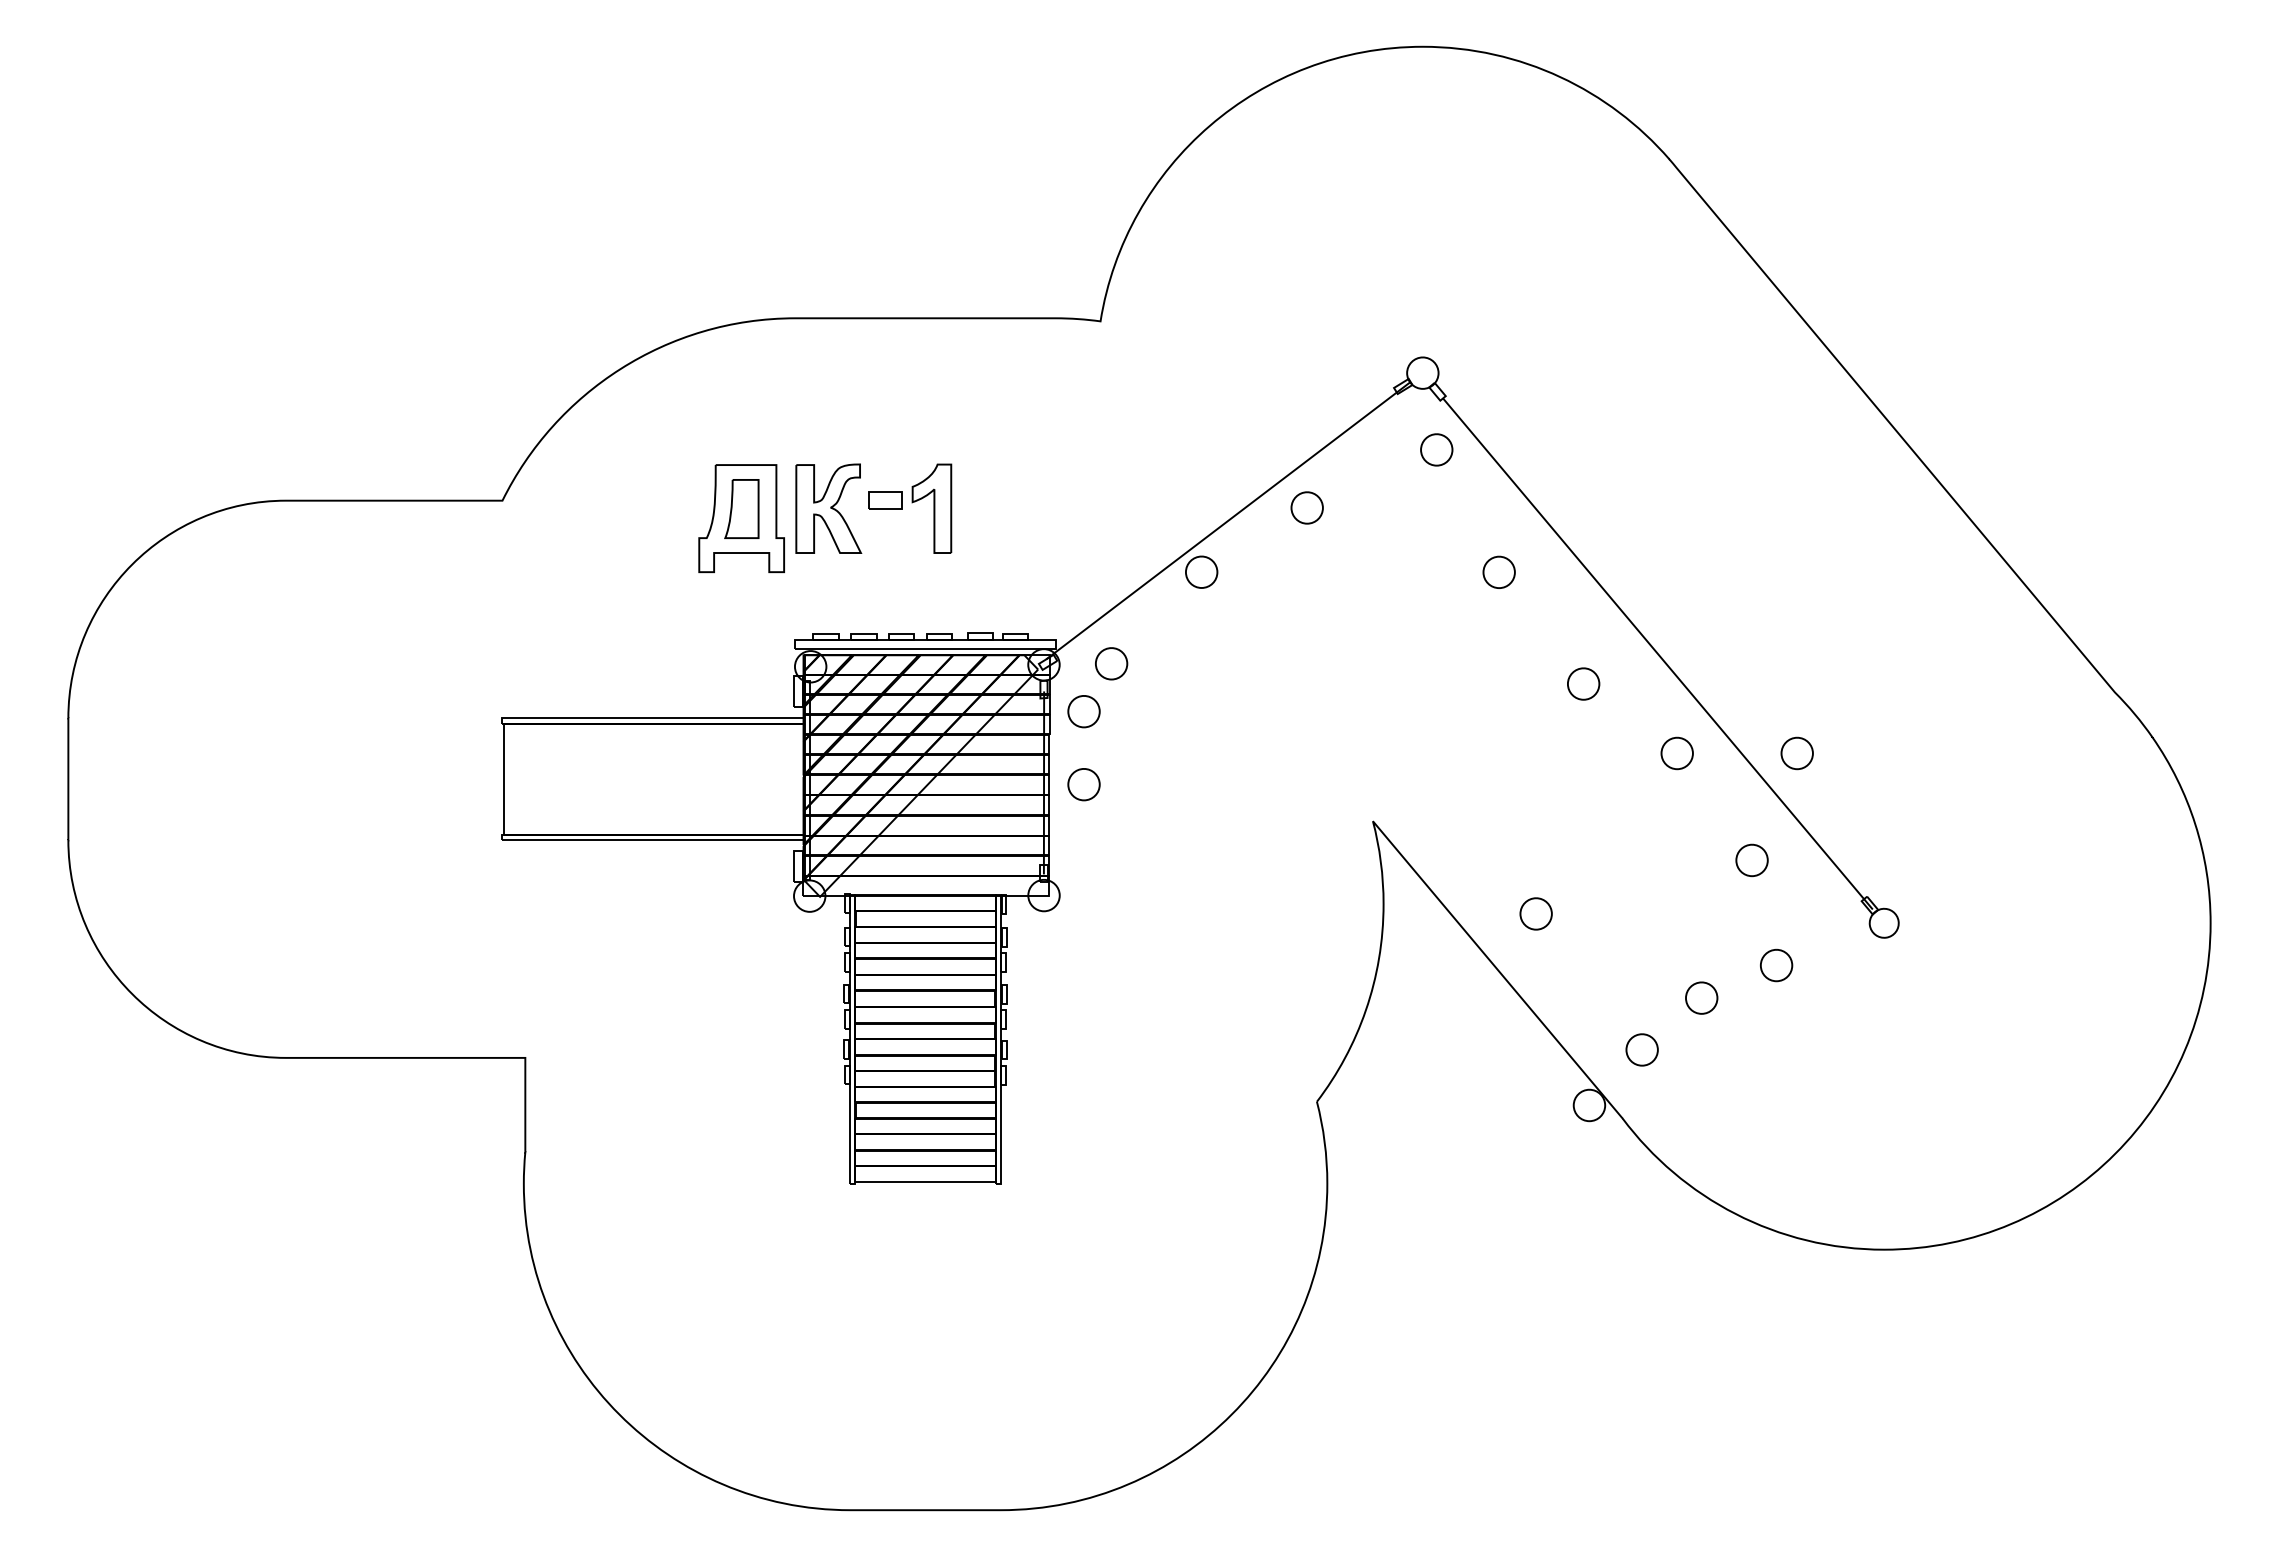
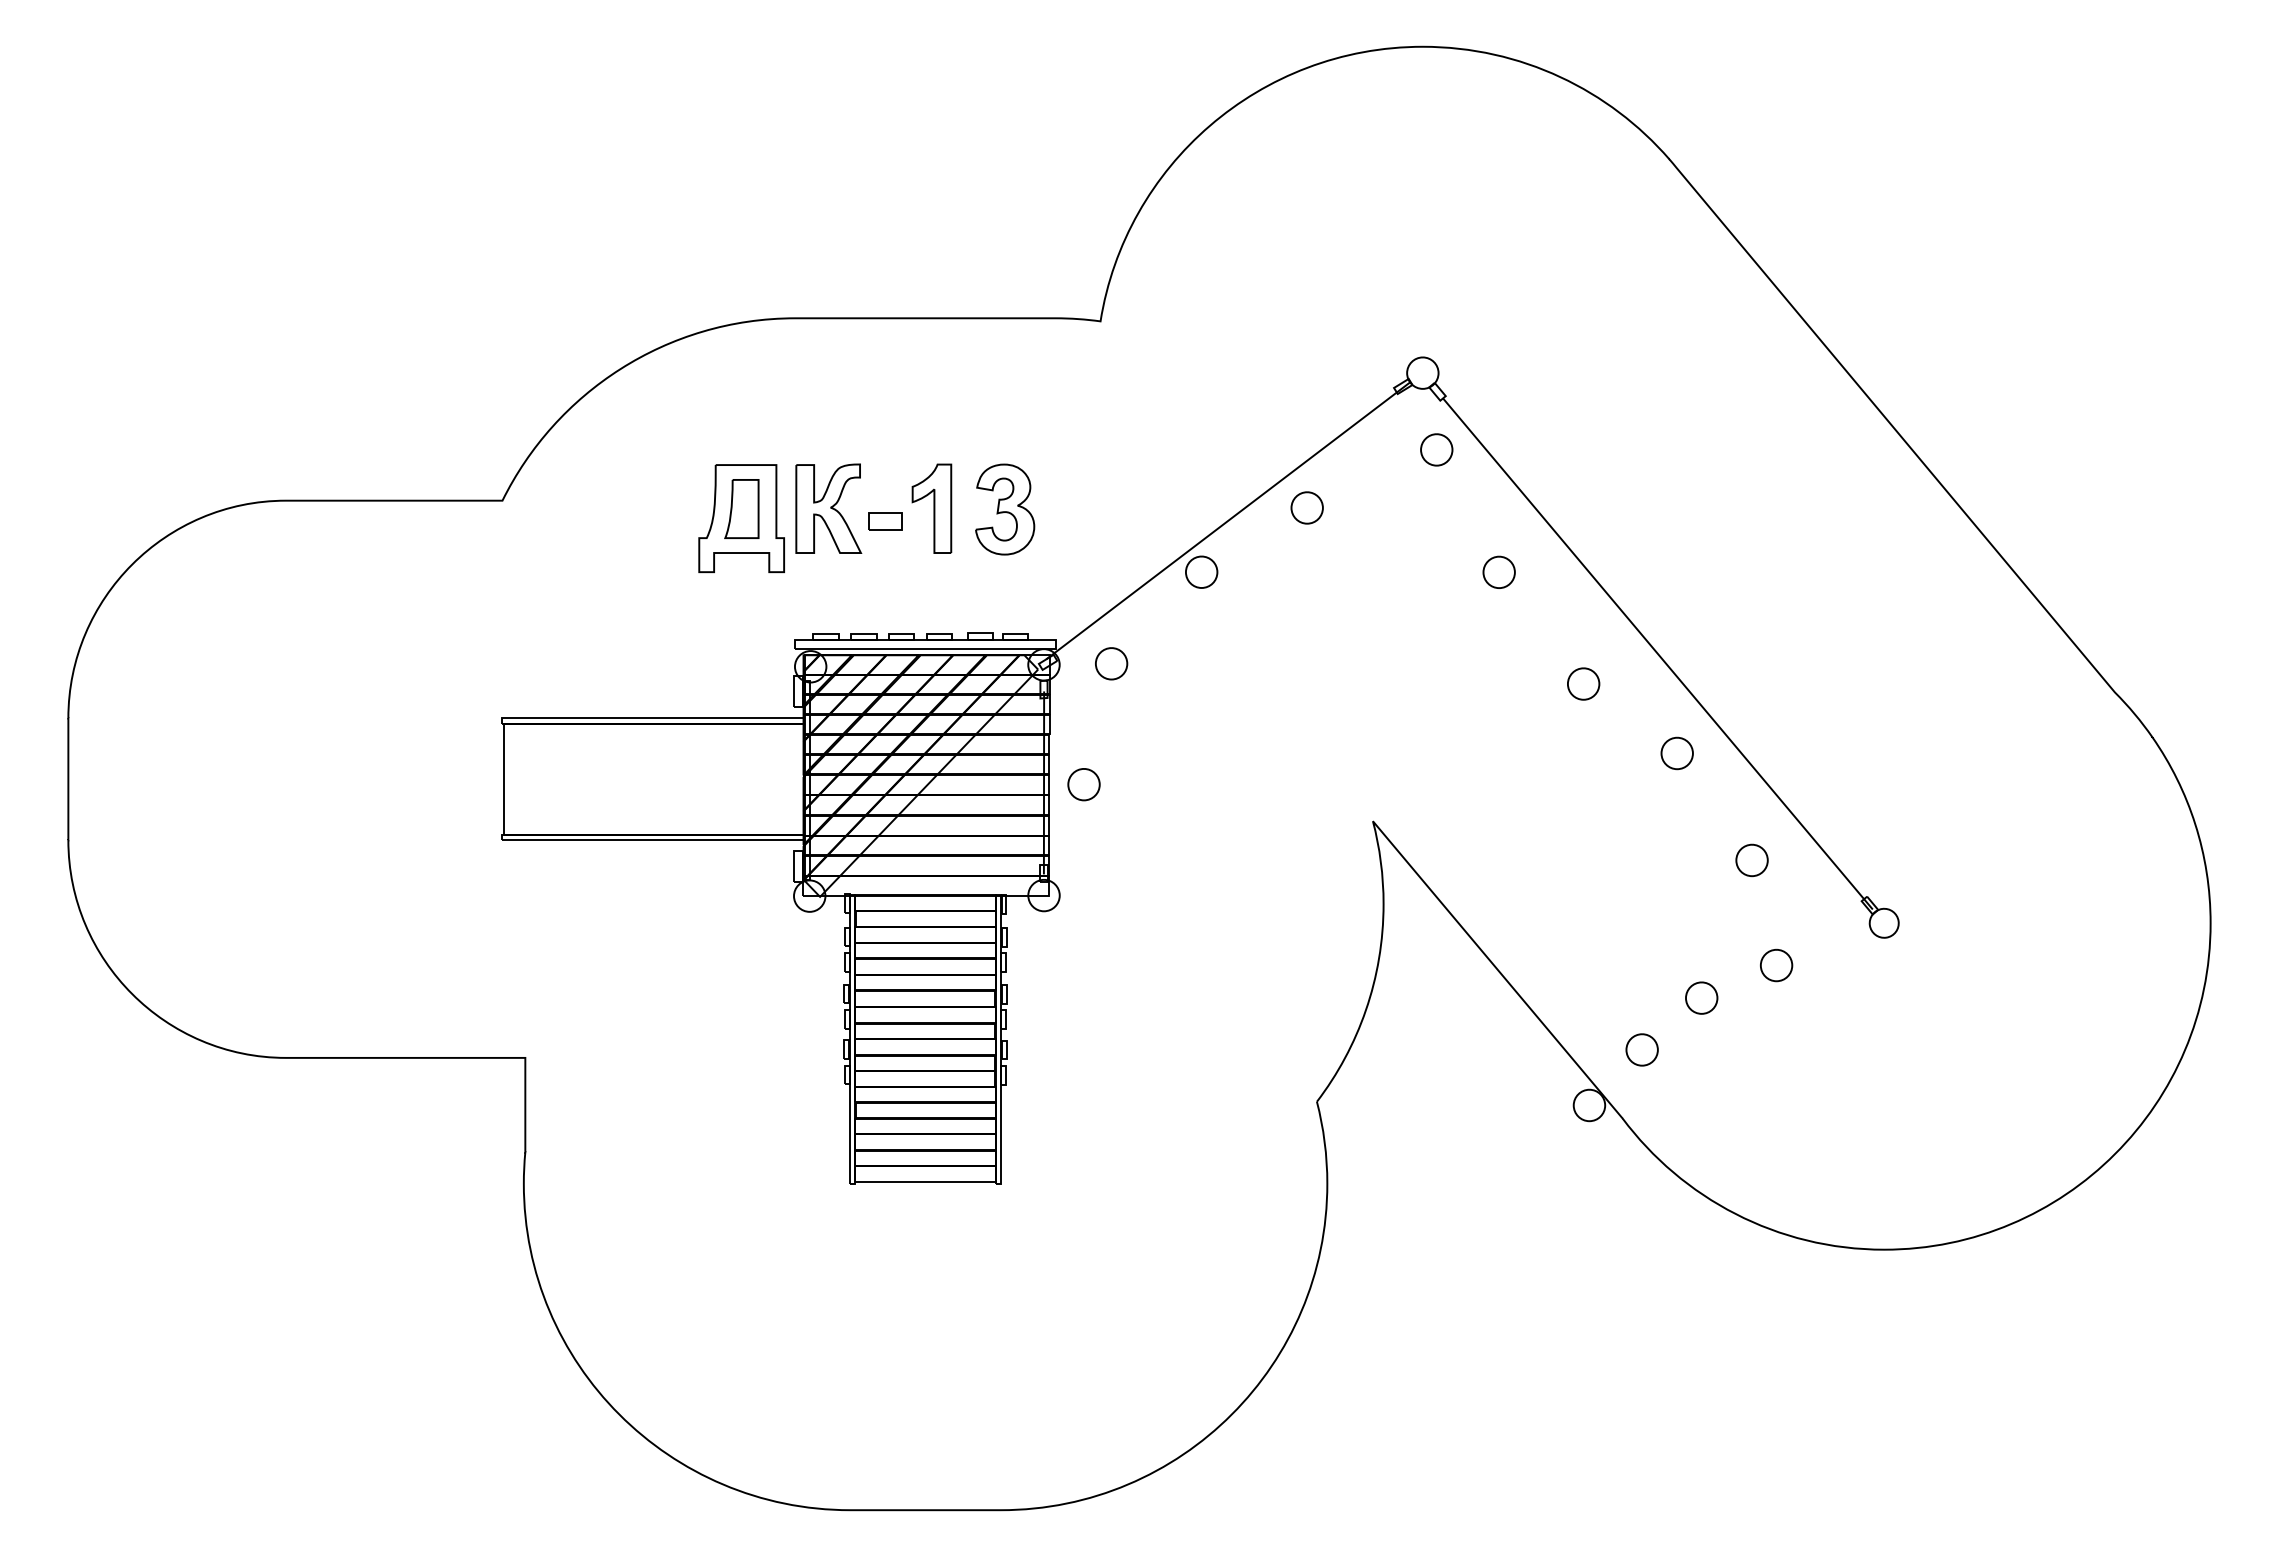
part at (885, 500) position: (885, 500) -> (885, 521)
part at (1005, 509): none -> present
part at (1083, 711): present -> none
part at (1796, 753): present -> none
part at (1535, 913): present -> none
